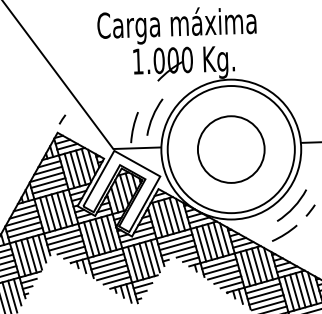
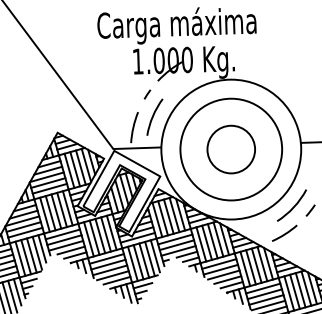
arc at (62, 119) position: (62, 119) -> (147, 94)
circle at (230, 149) diameter: 127 px -> 102 px
circle at (230, 149) diameter: 67 px -> 48 px
